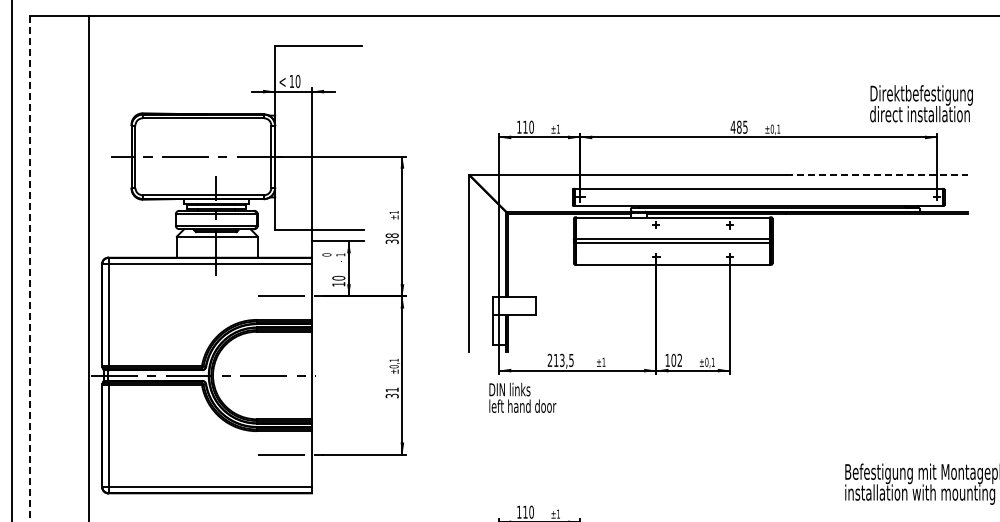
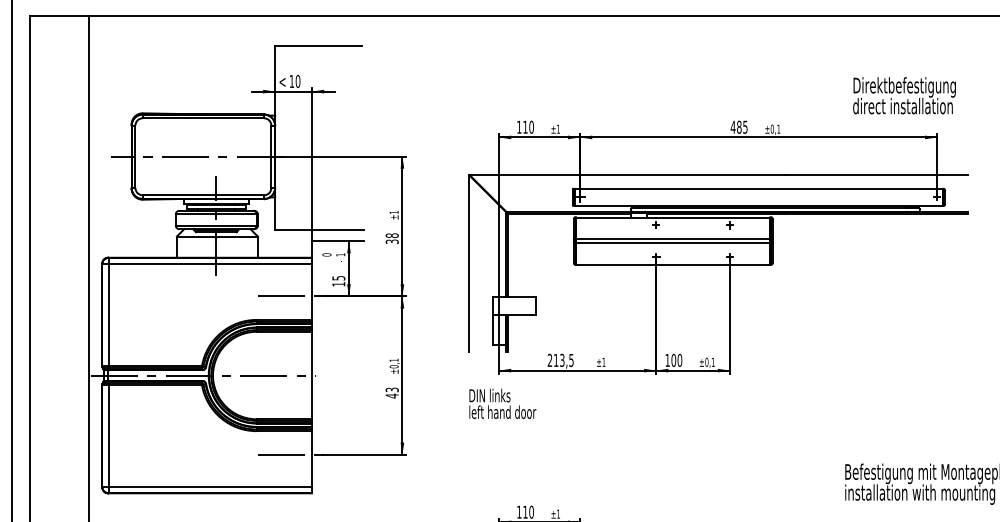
text at (921, 103) position: (921, 103) -> (904, 95)
line at (877, 175): dashed -> solid
line at (30, 268): dashed -> solid
text at (338, 277): 10 -> 15
text at (679, 360): 102 -> 100
text at (391, 392): 31 -> 43
text at (522, 397) position: (522, 397) -> (502, 403)
